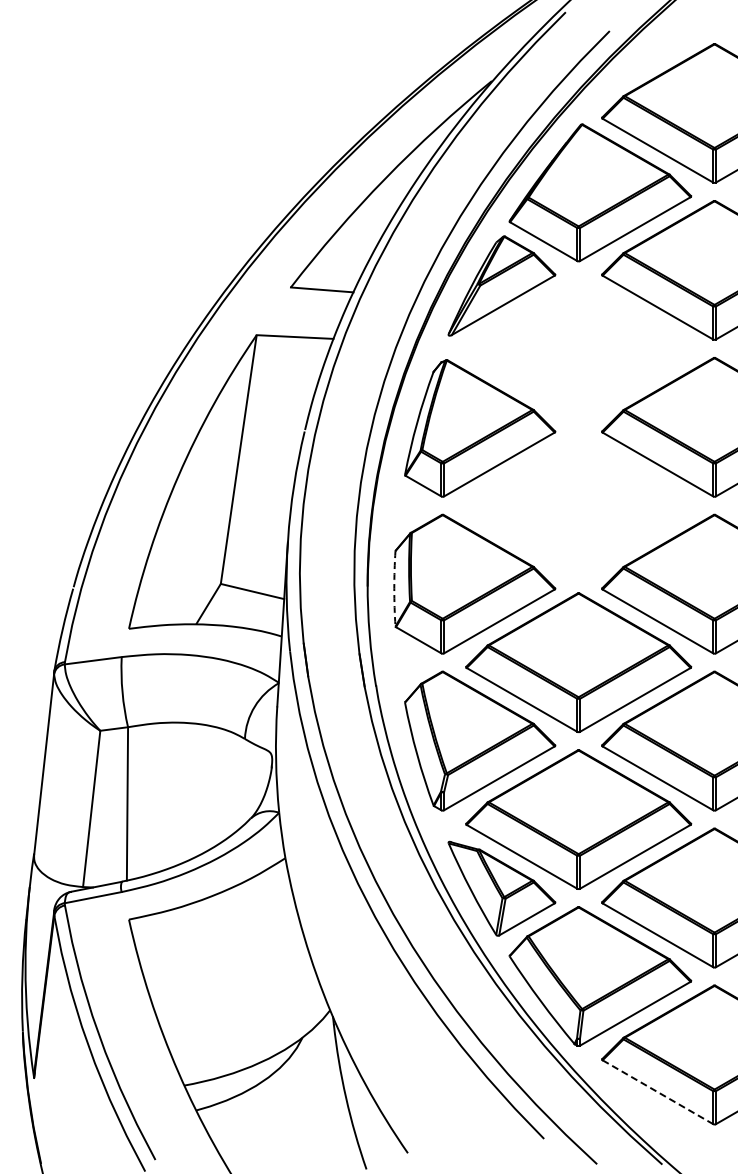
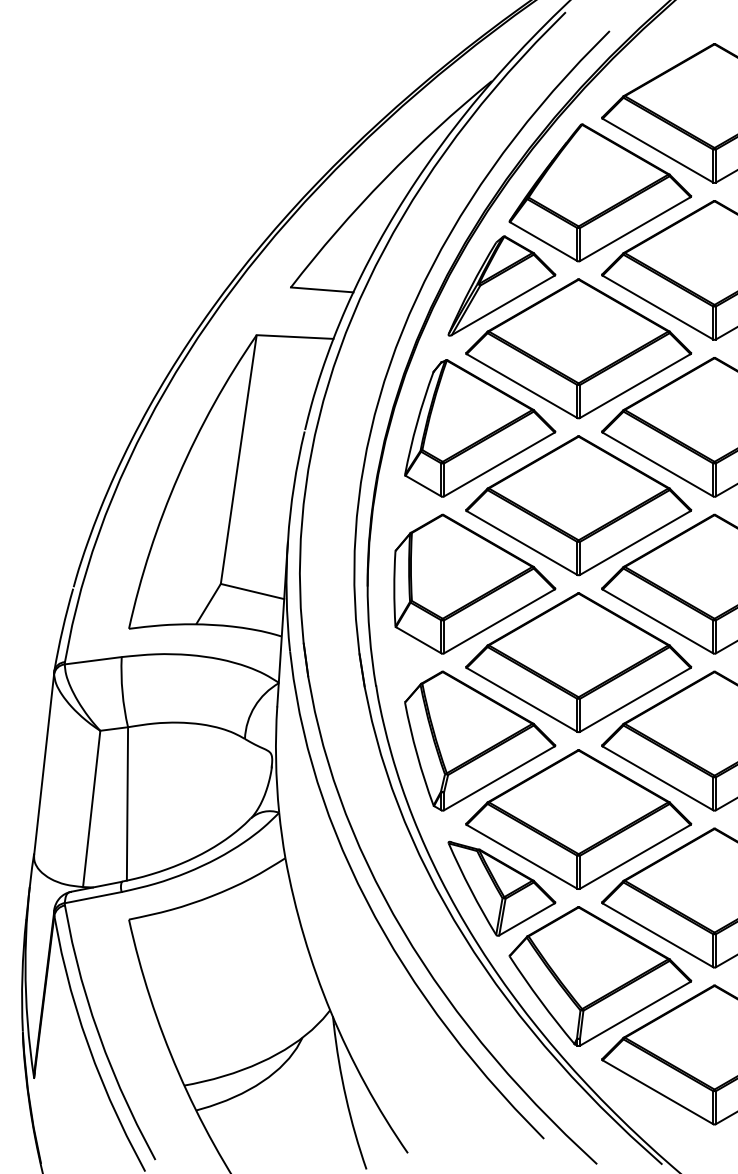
part at (578, 348): none -> present
part at (578, 505): none -> present
arc at (394, 588): dashed -> solid
line at (657, 1092): dashed -> solid
